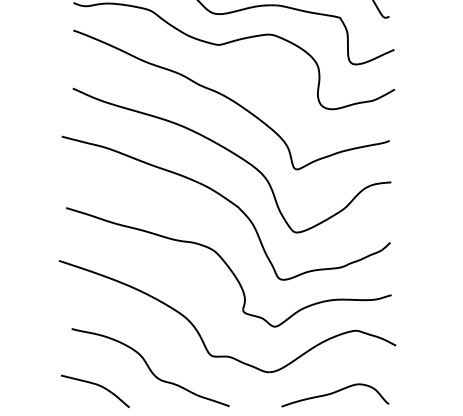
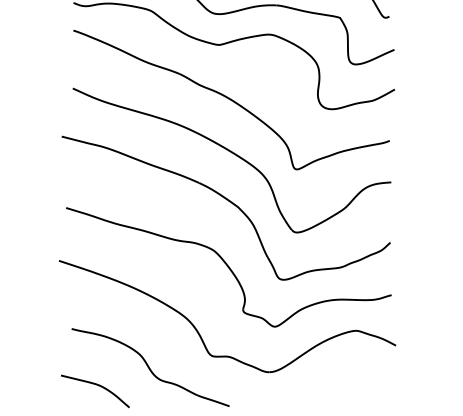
curve at (334, 393): present -> none
